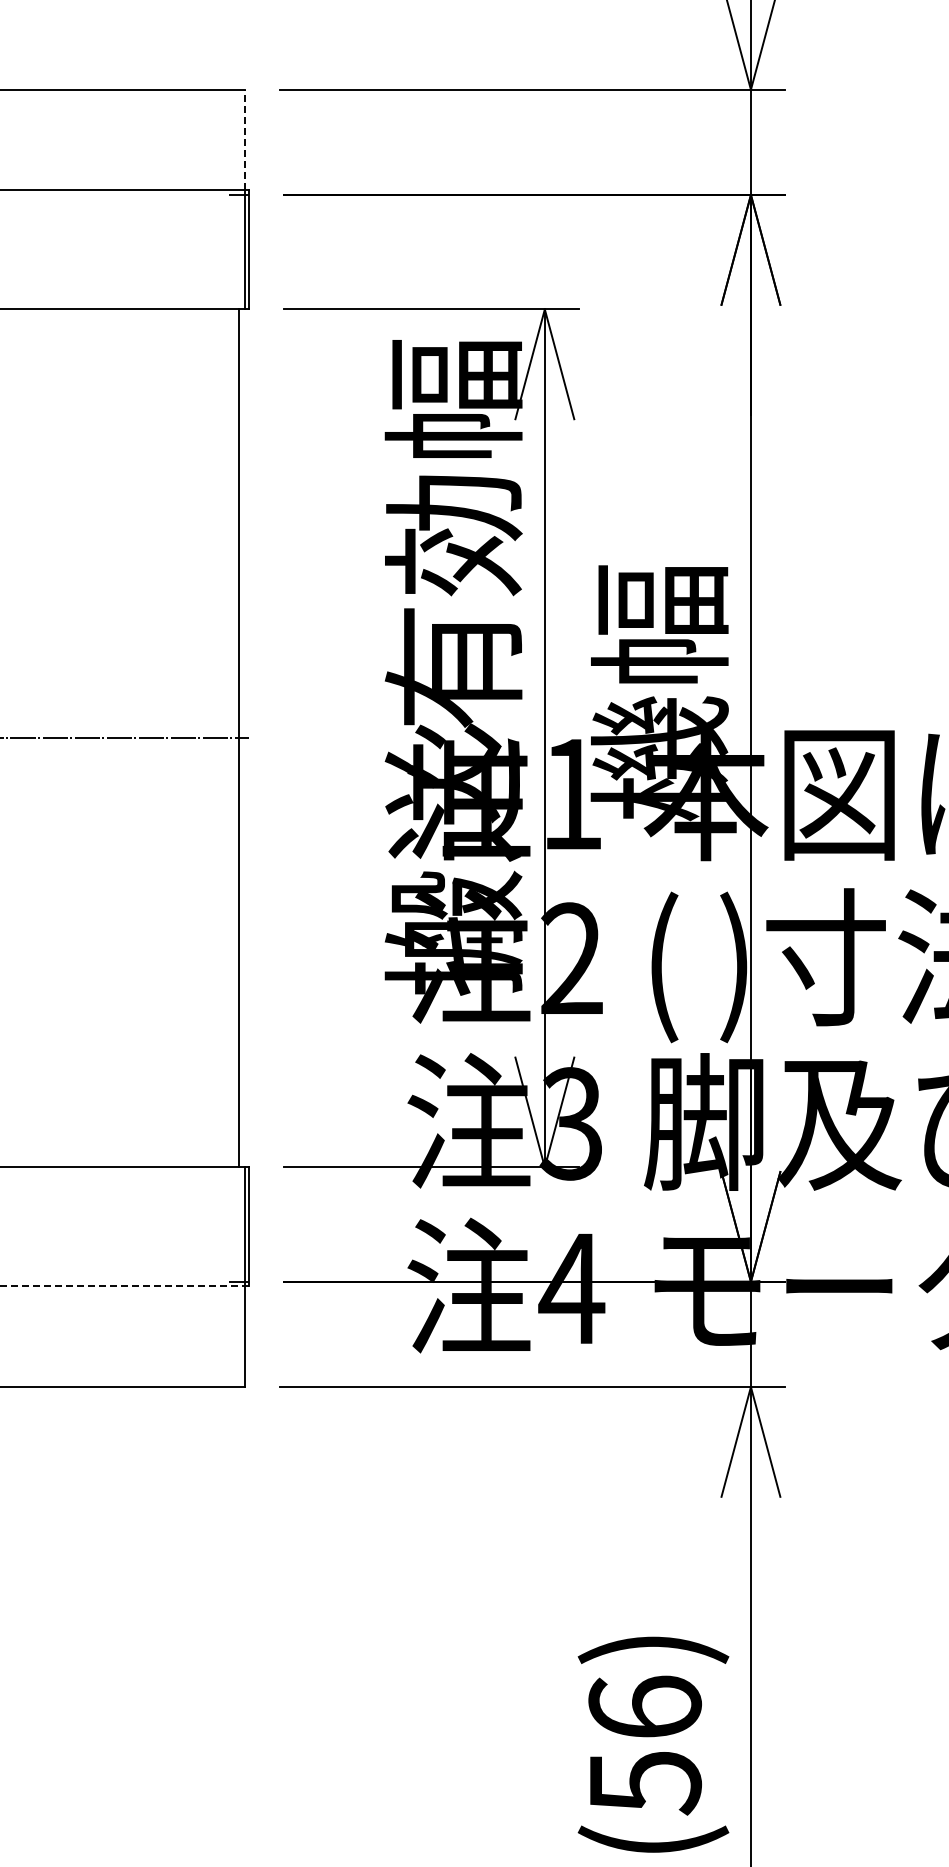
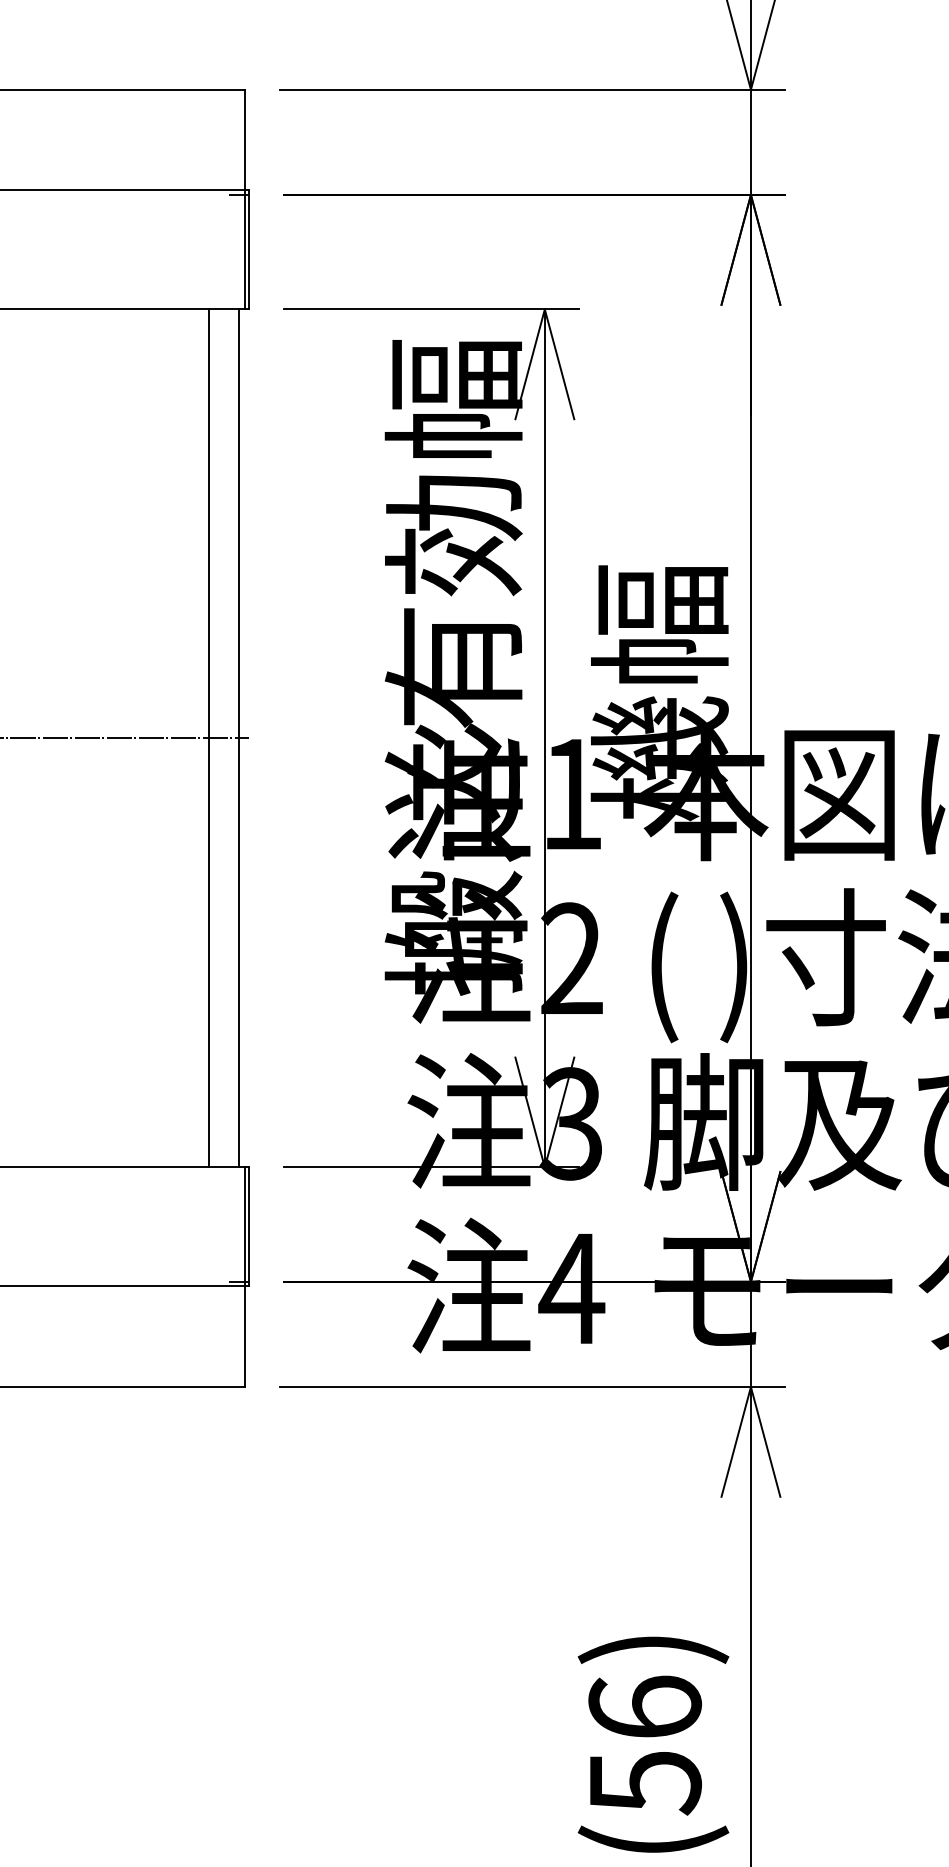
line at (245, 139): dashed -> solid
line at (209, 738): none -> present
line at (124, 1286): dashed -> solid
